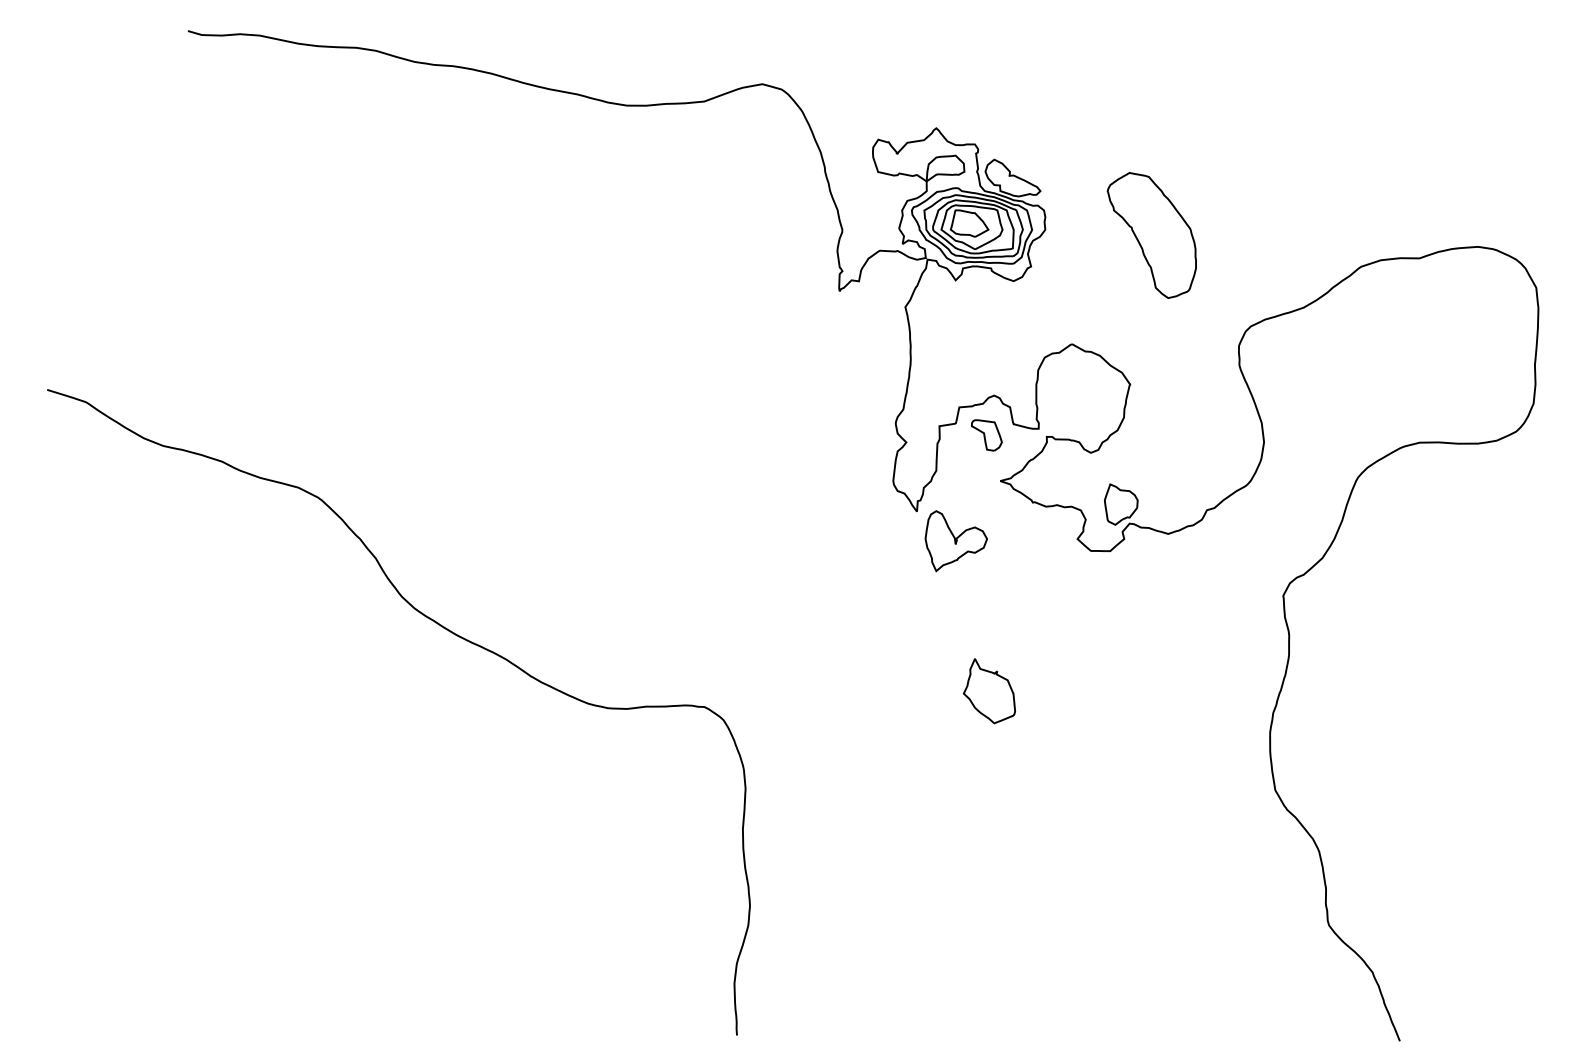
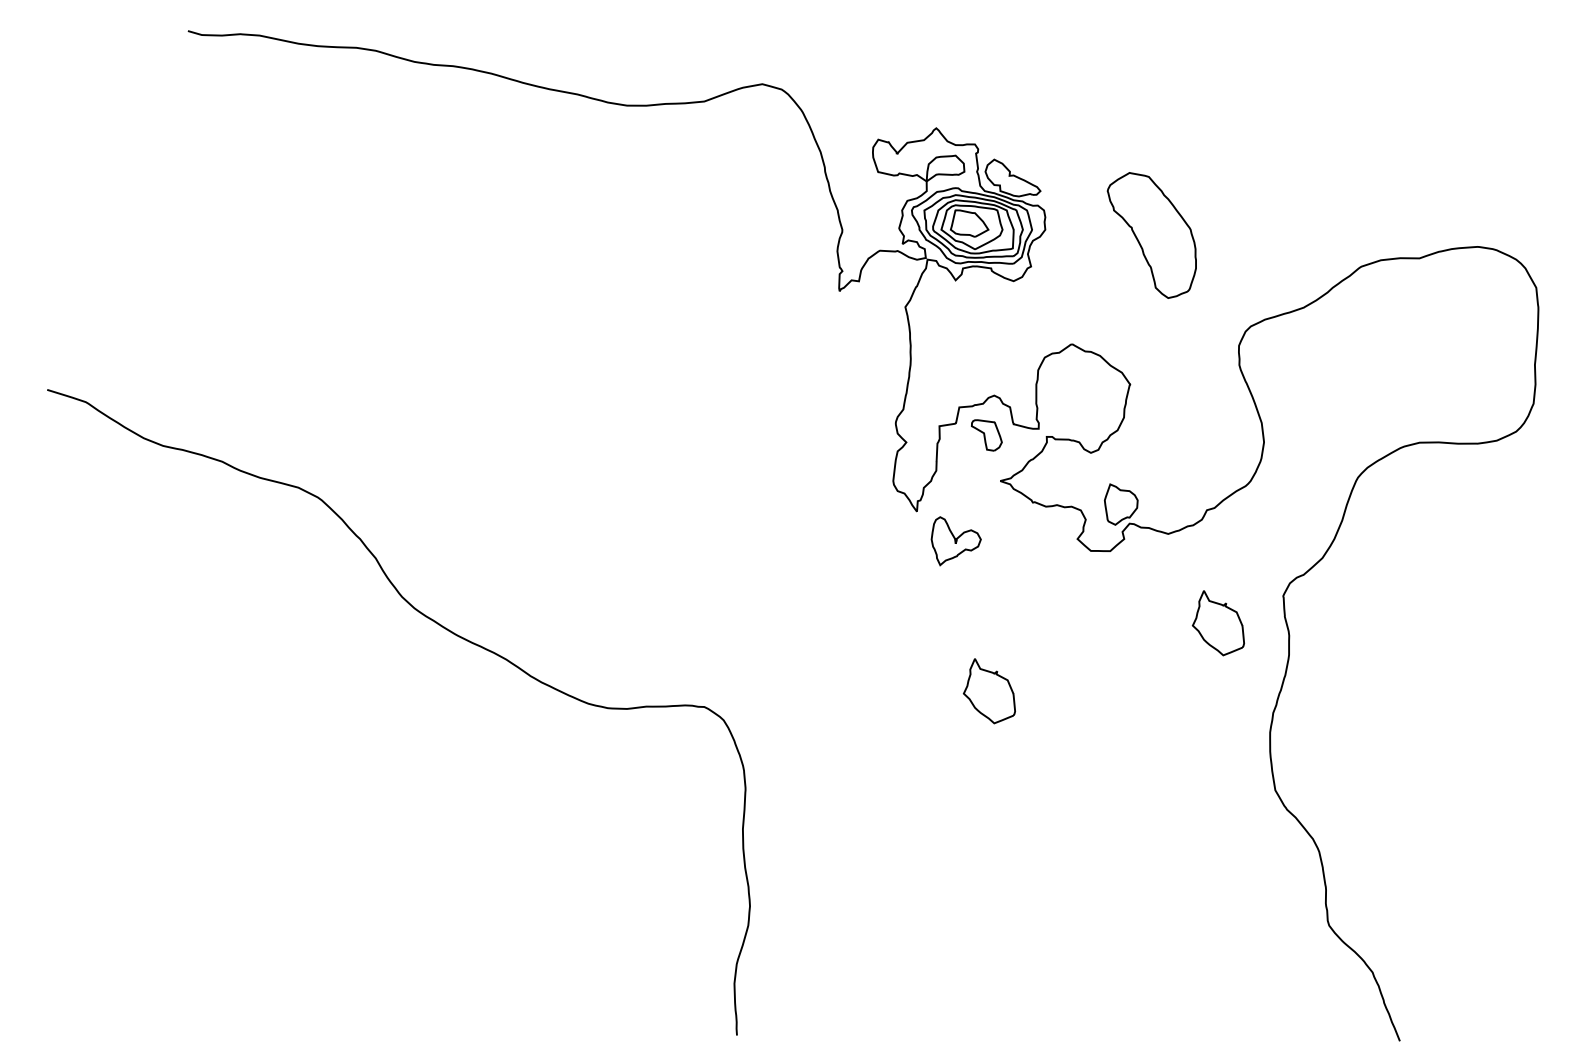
part at (955, 541) size: 64x63 px -> 52x51 px
part at (1217, 623): none -> present
